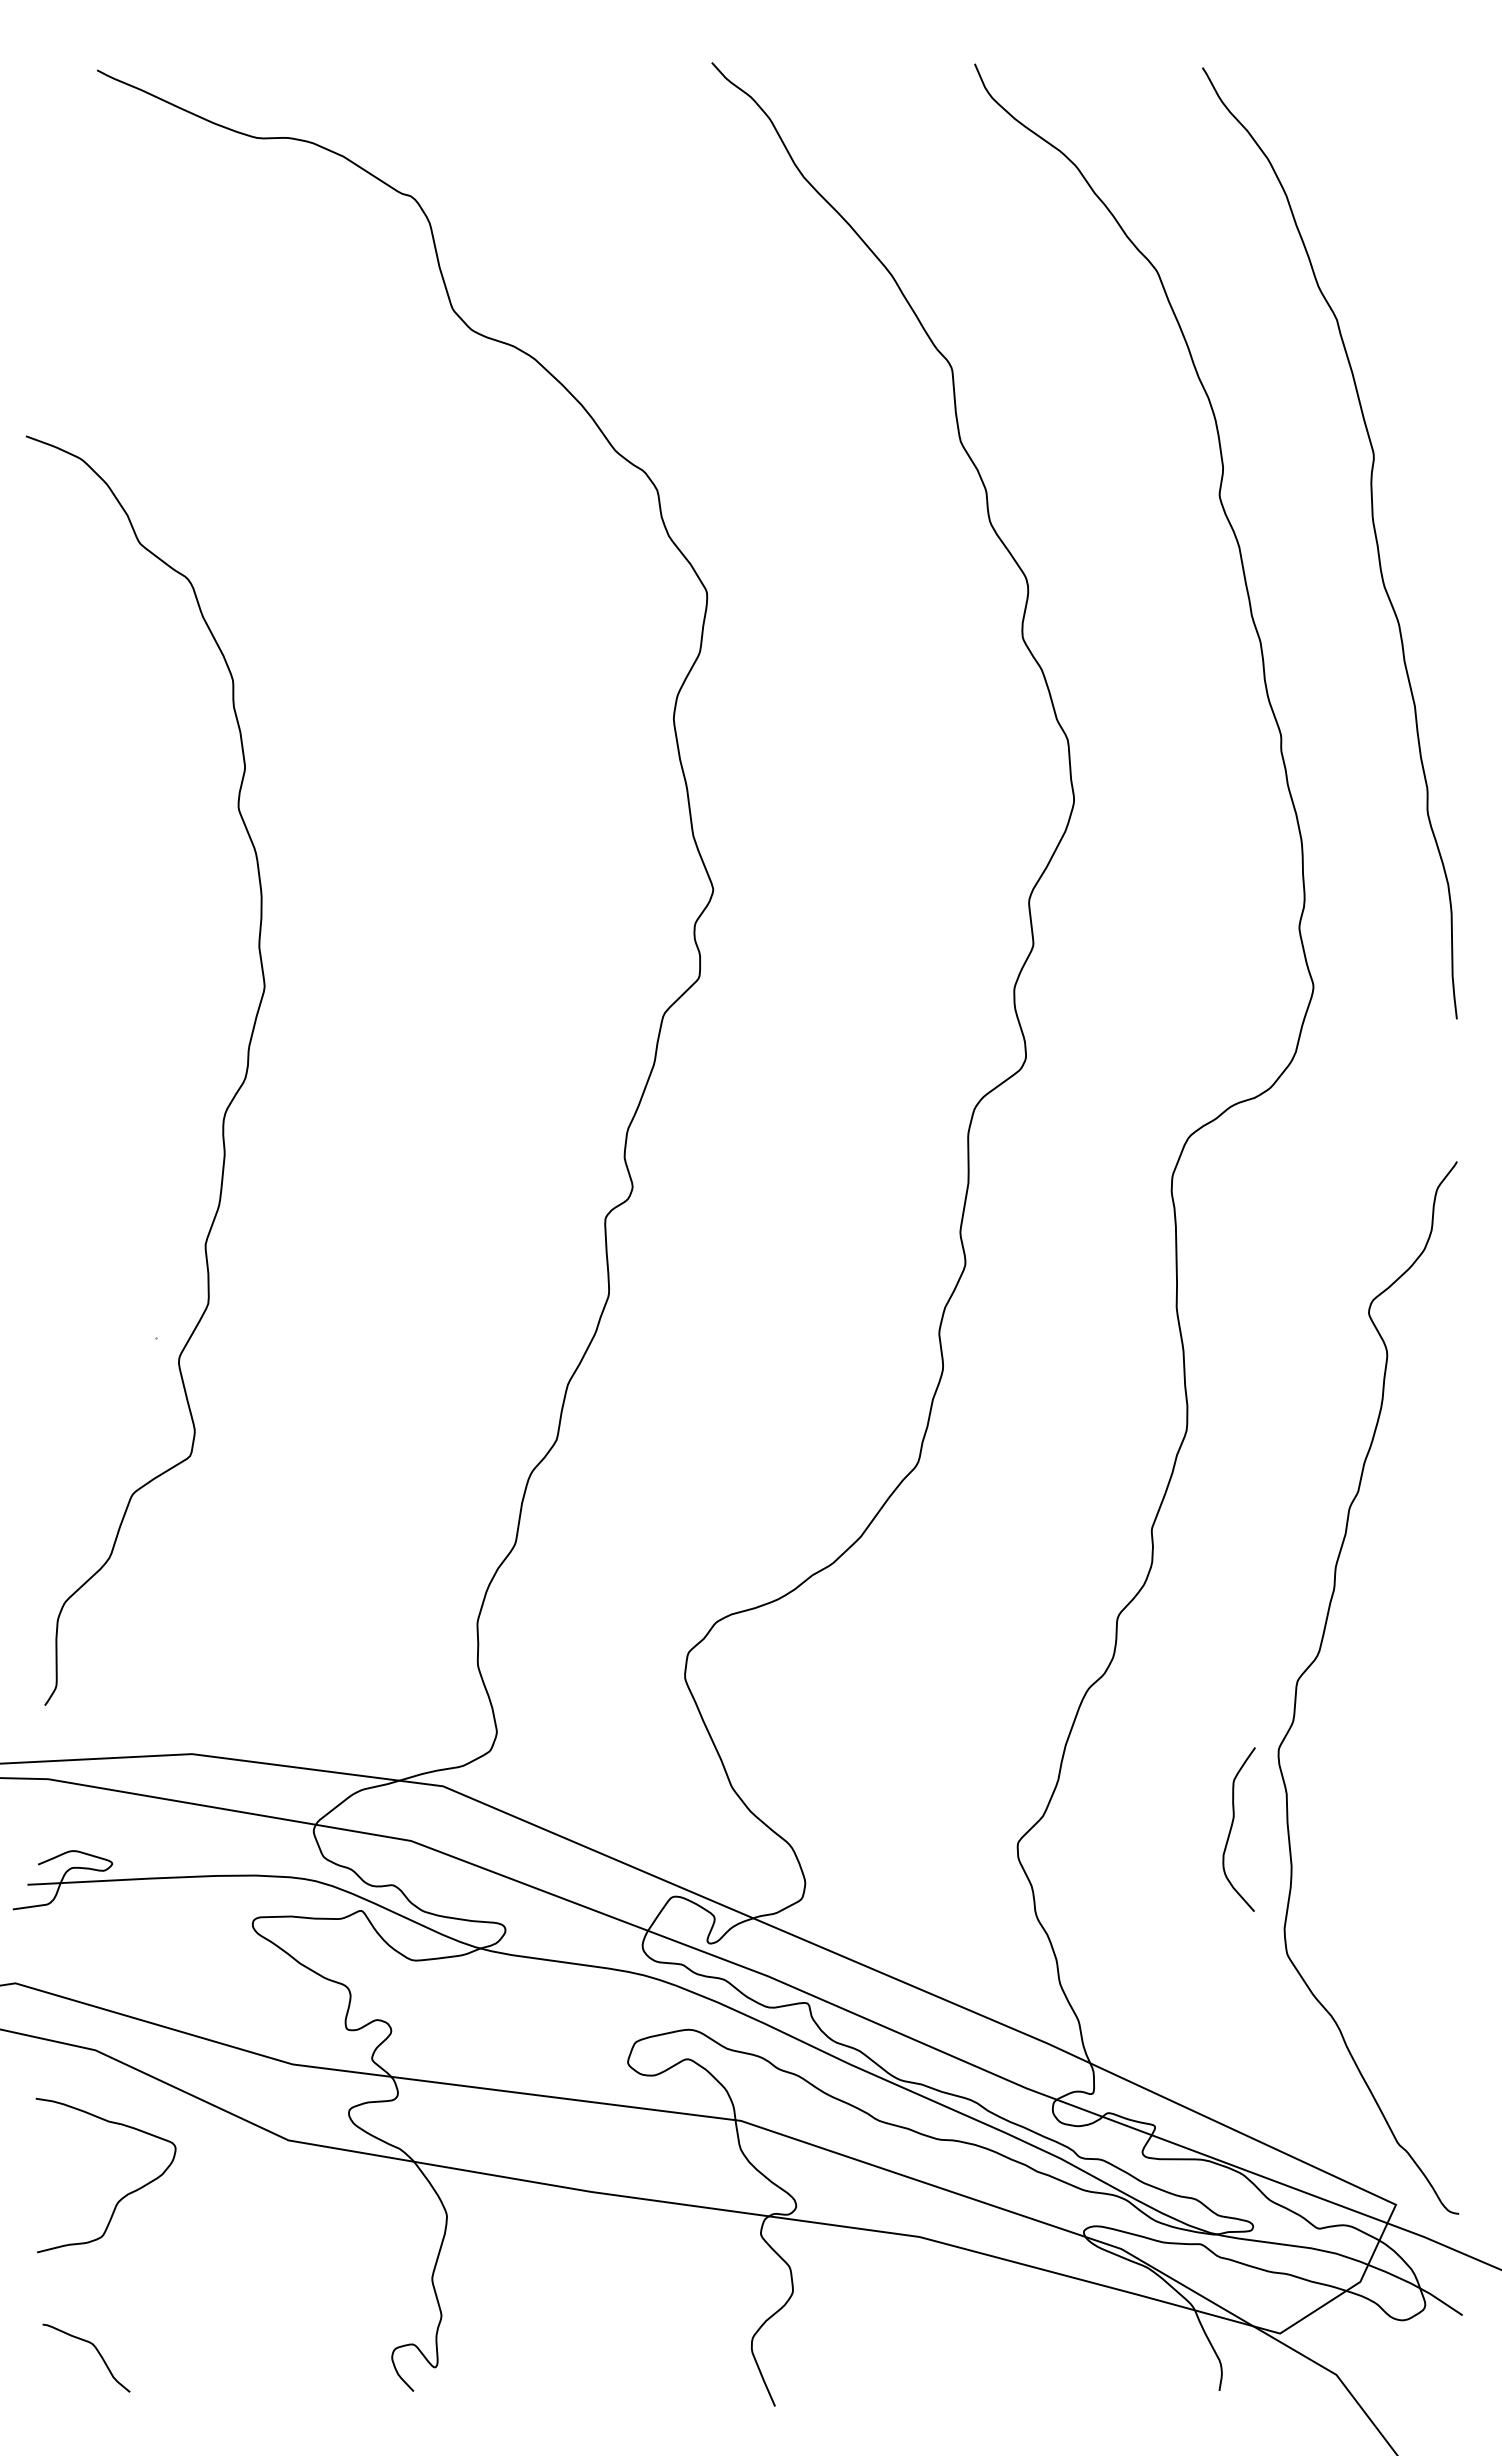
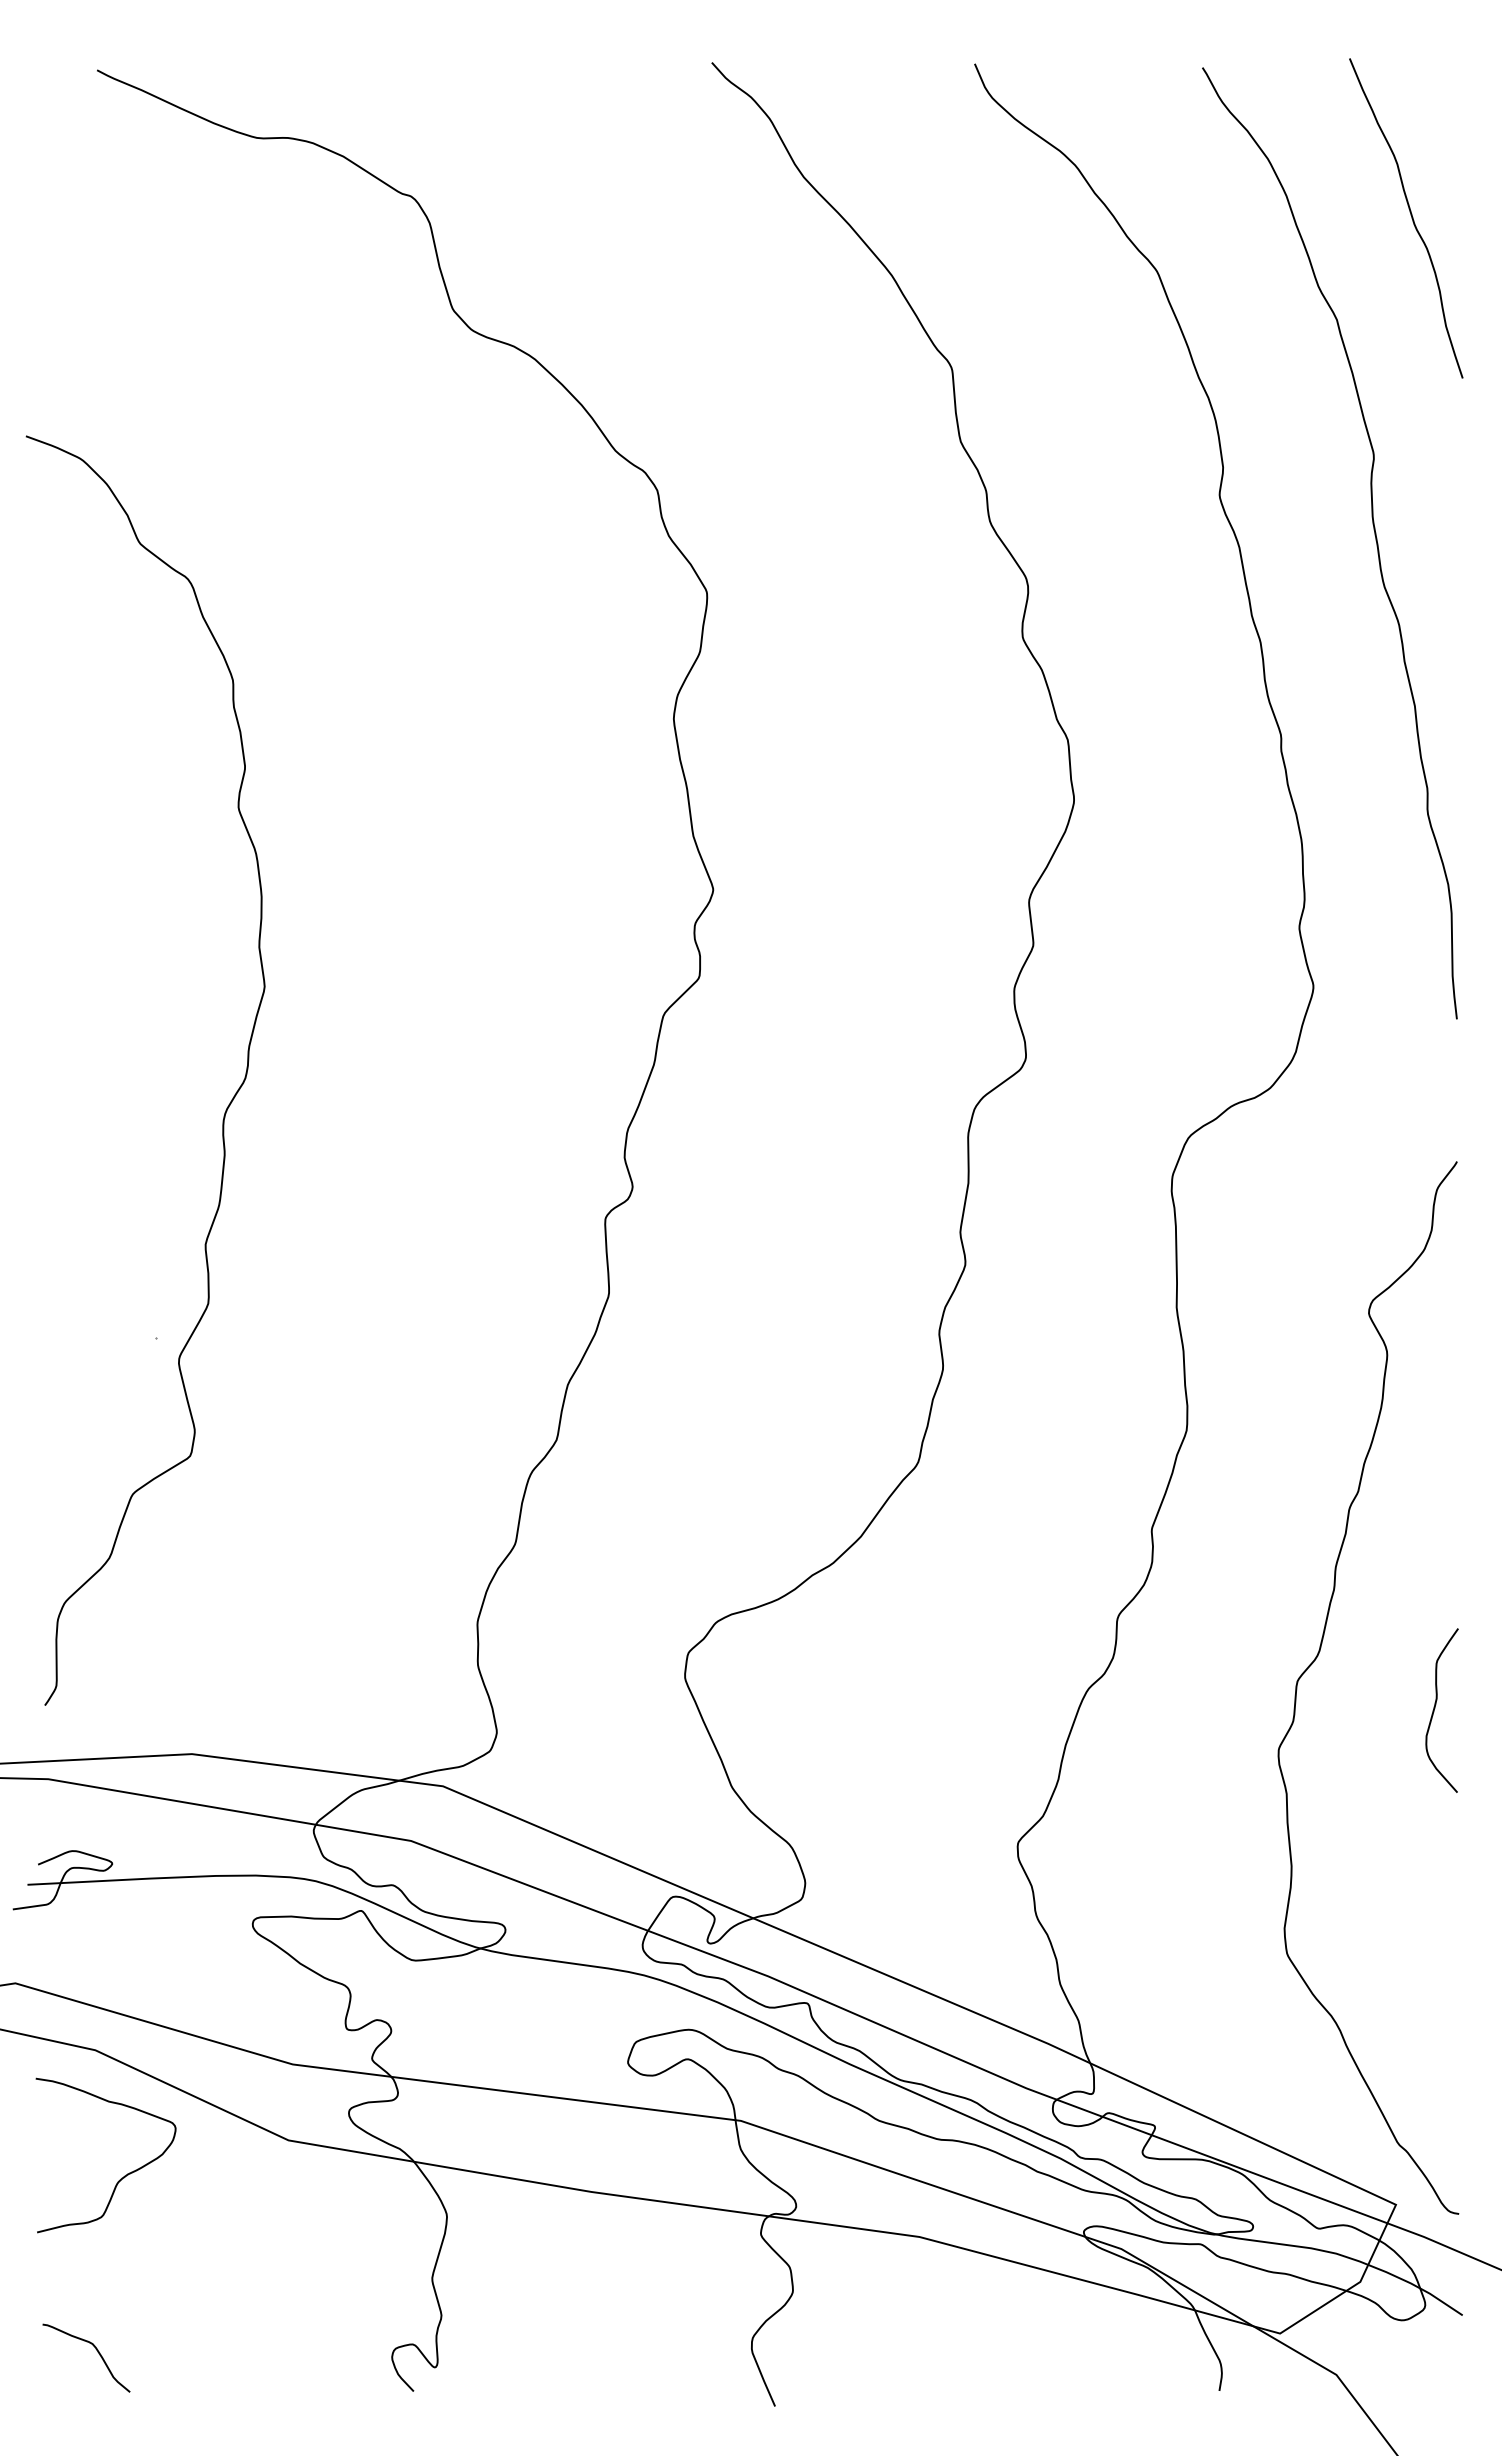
curve at (1410, 215): none -> present
curve at (1232, 1827) position: (1232, 1827) -> (1435, 1708)
curve at (120, 2198) position: (120, 2198) -> (120, 2178)
